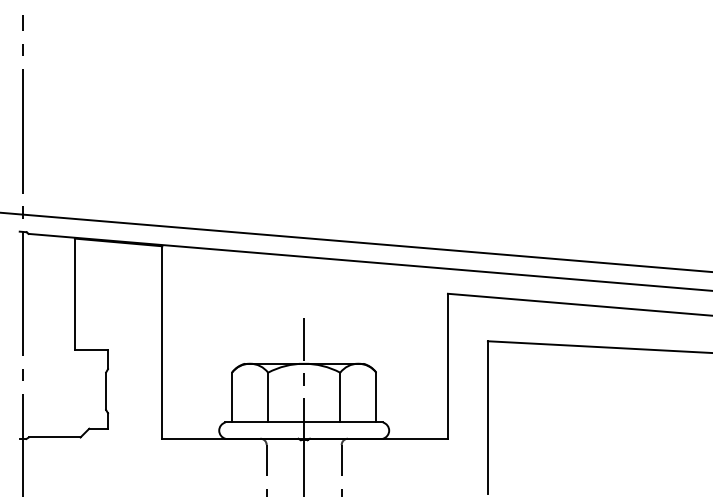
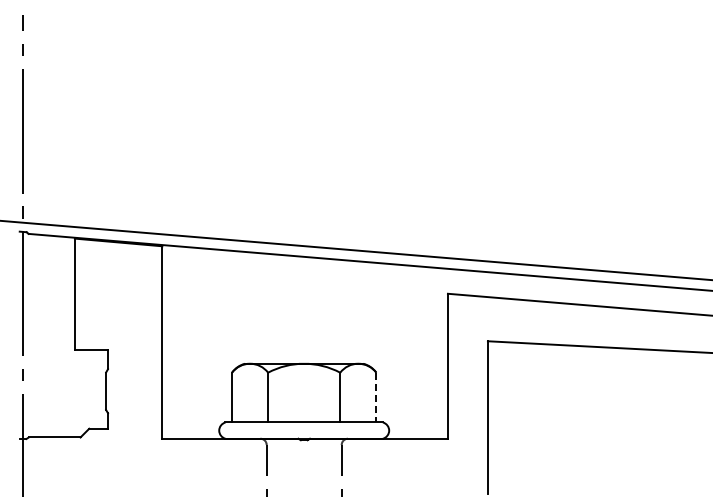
line at (355, 241) position: (355, 241) -> (355, 250)
line at (376, 397): solid -> dashed
line at (304, 405): present -> none
